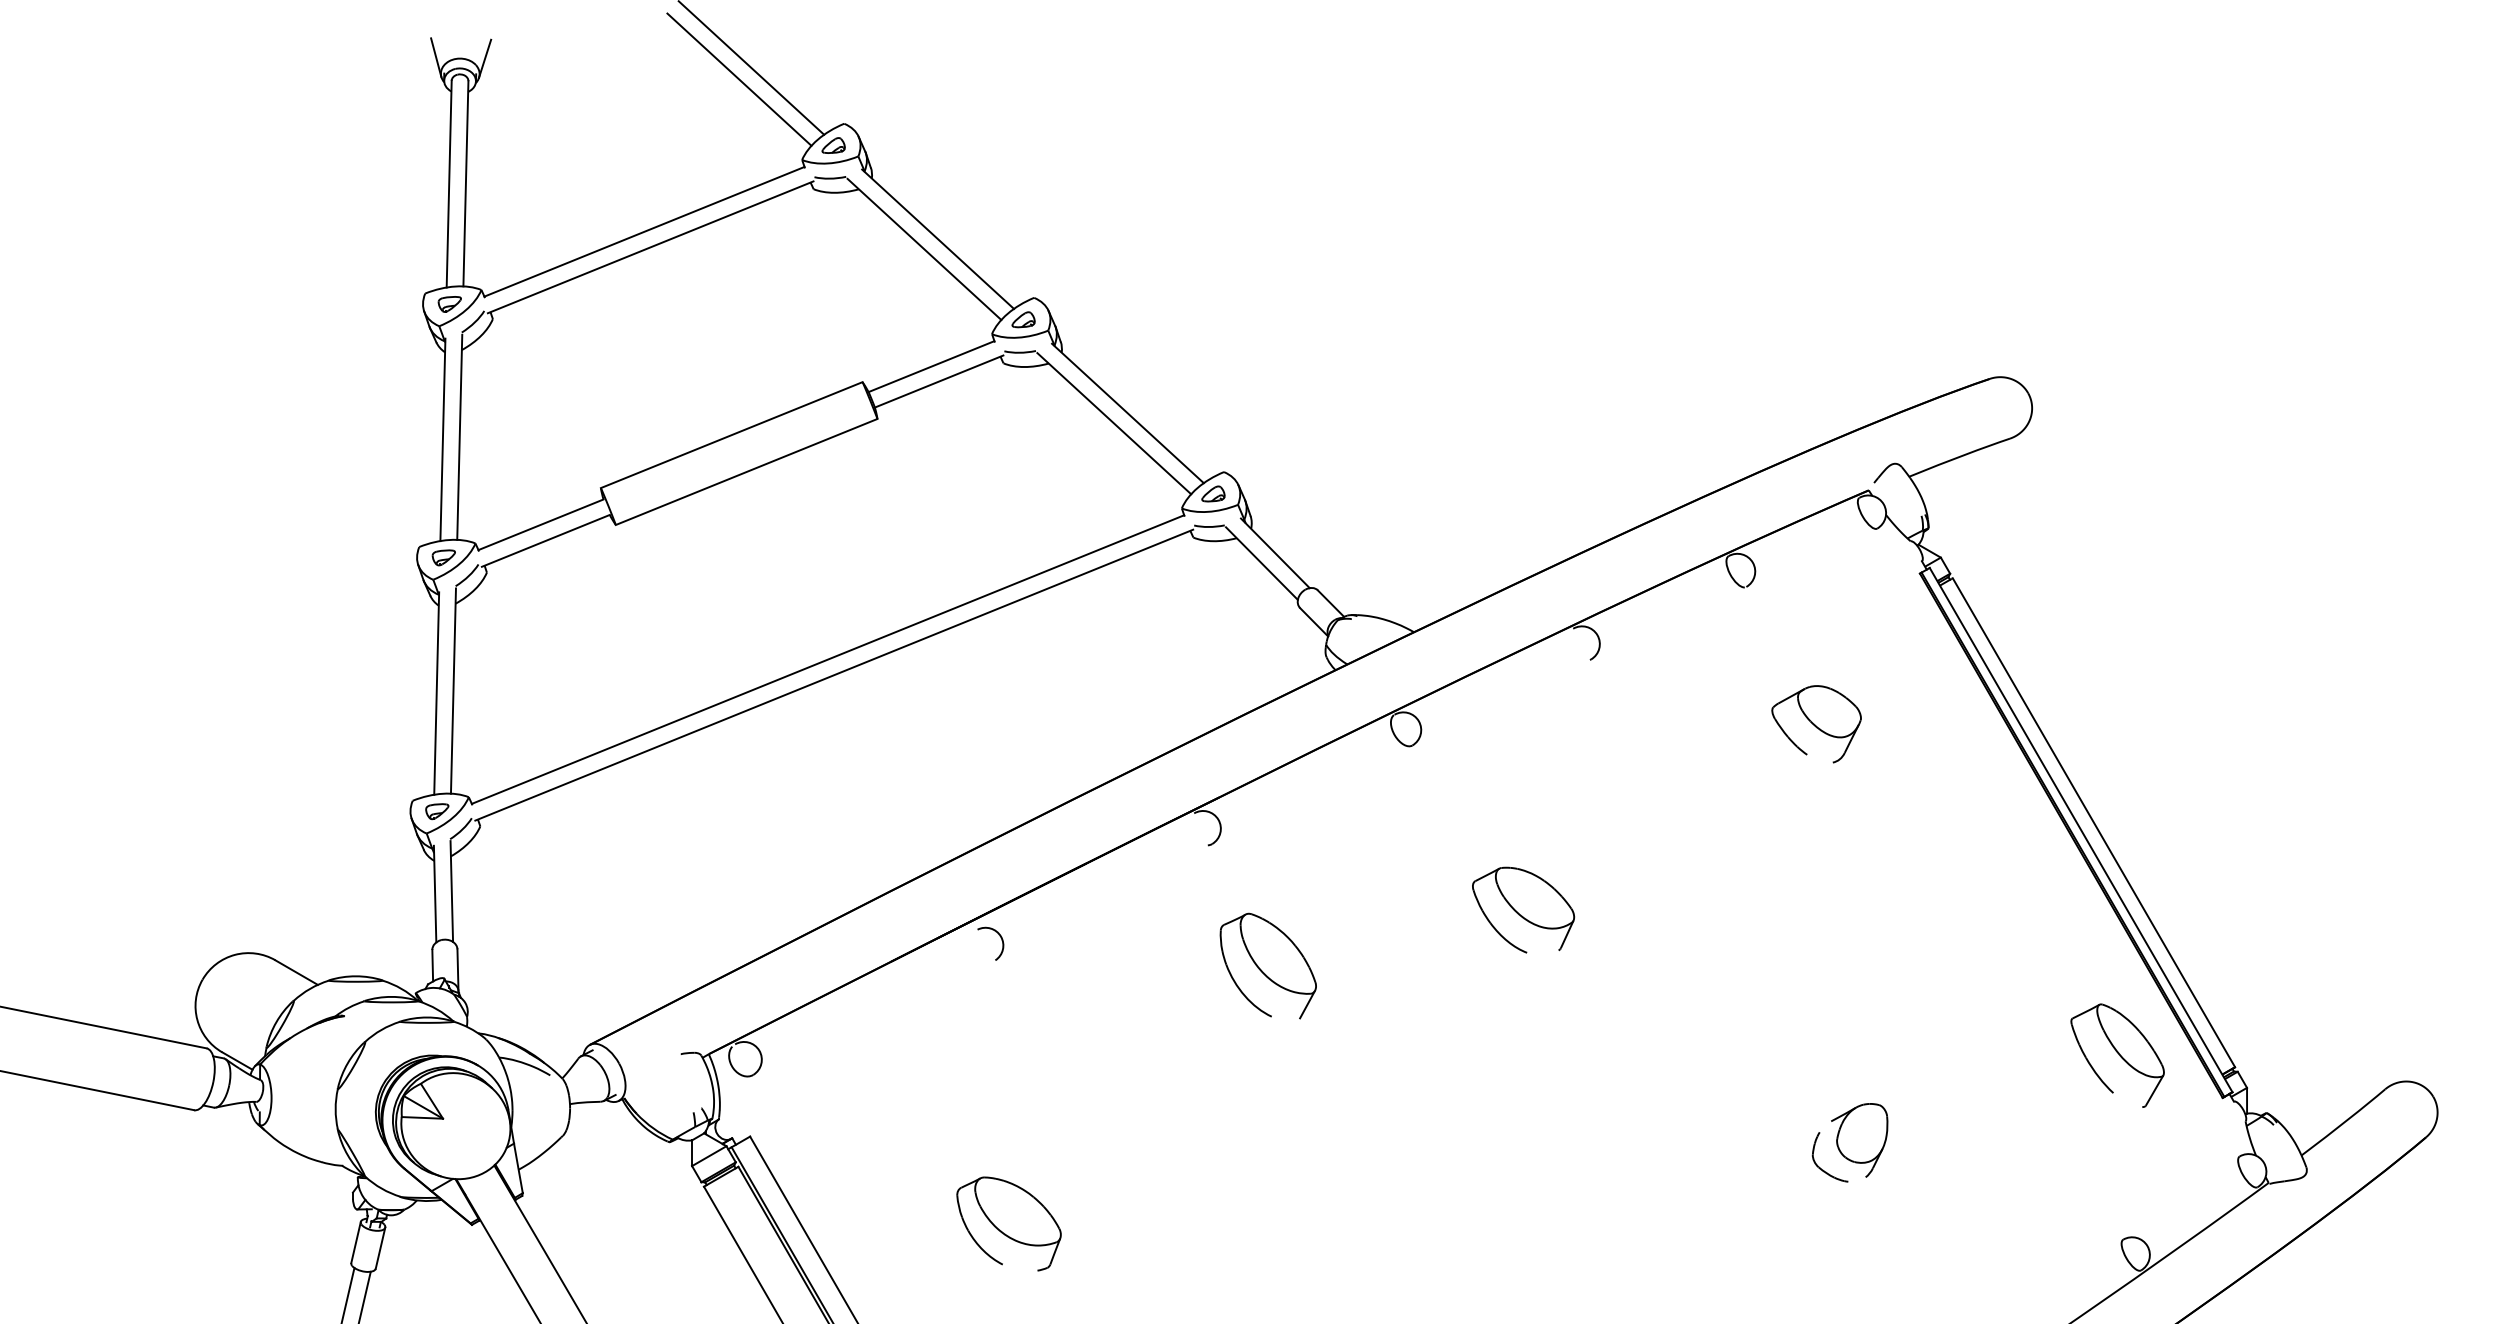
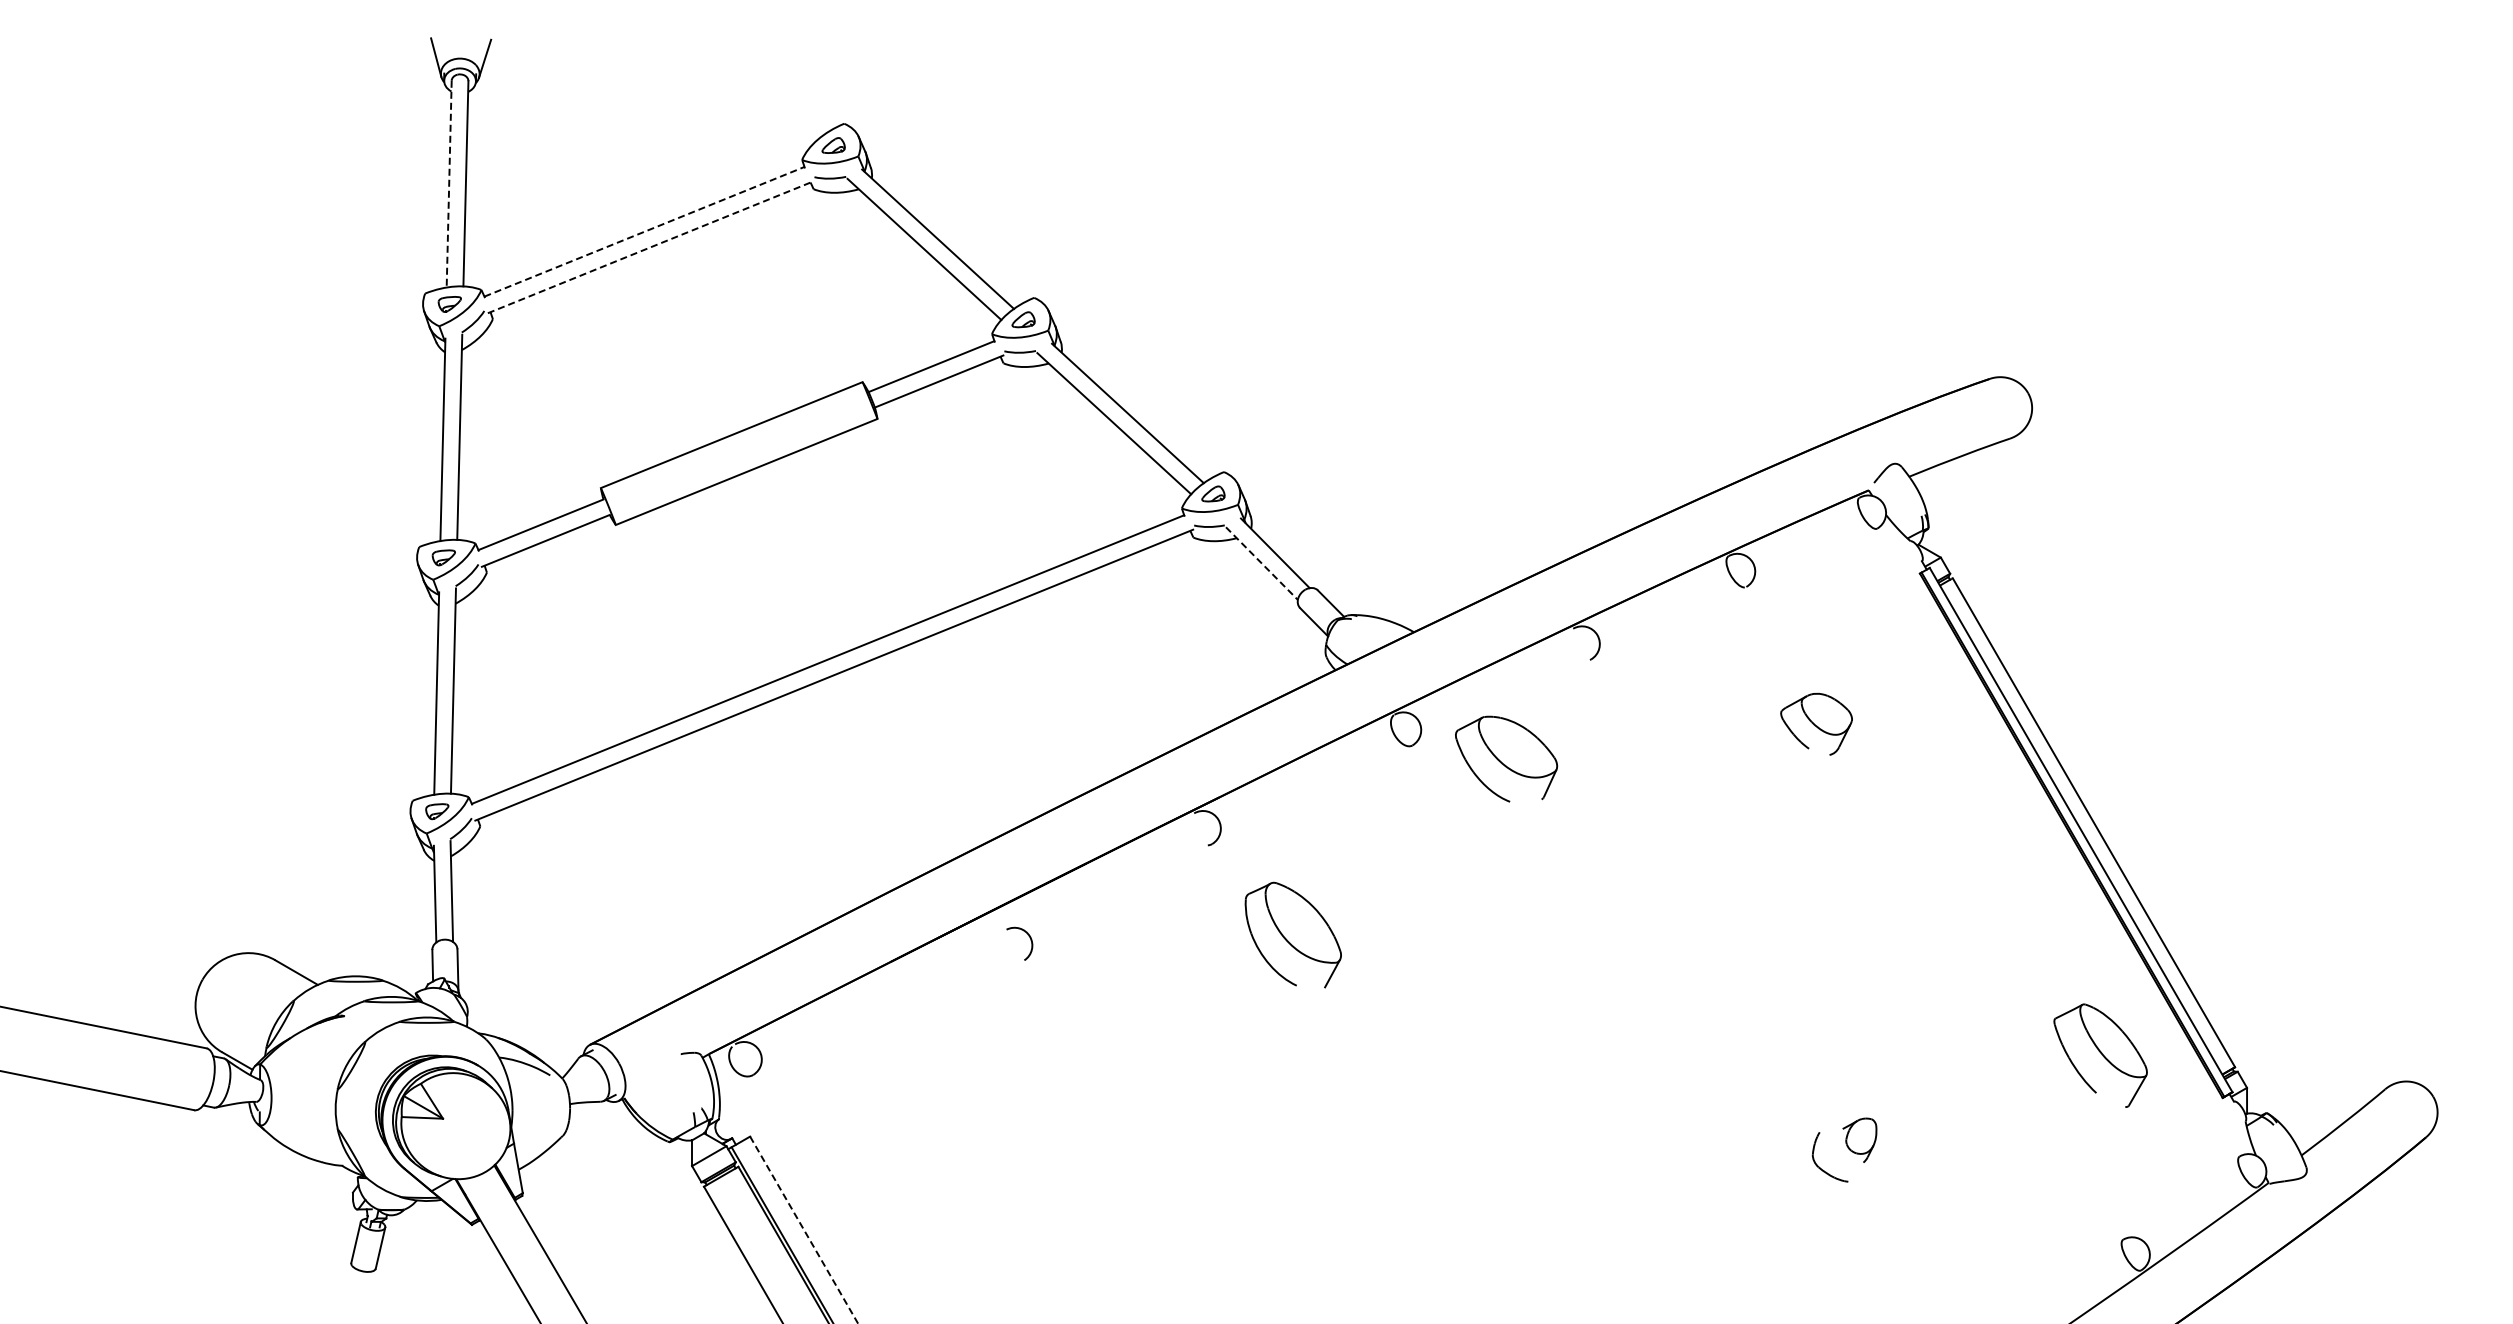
line at (752, 68): present -> none
line at (739, 79): present -> none
line at (449, 184): solid -> dashed
line at (644, 231): solid -> dashed
line at (650, 247): solid -> dashed
line at (1262, 563): solid -> dashed
part at (1816, 724) size: 91x79 px -> 73x64 px
part at (1523, 909) position: (1523, 909) -> (1506, 758)
arc at (1000, 938) position: (1000, 938) -> (1029, 938)
part at (1267, 965) position: (1267, 965) -> (1292, 934)
part at (2117, 1055) position: (2117, 1055) -> (2100, 1055)
part at (1859, 1140) size: 58x75 px -> 36x46 px
part at (1008, 1223): present -> none
line at (804, 1230): solid -> dashed
line at (348, 1294): present -> none
line at (364, 1295): present -> none
